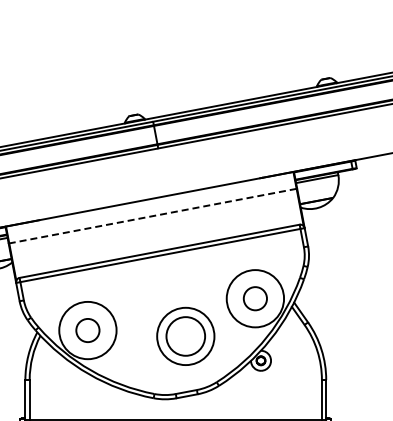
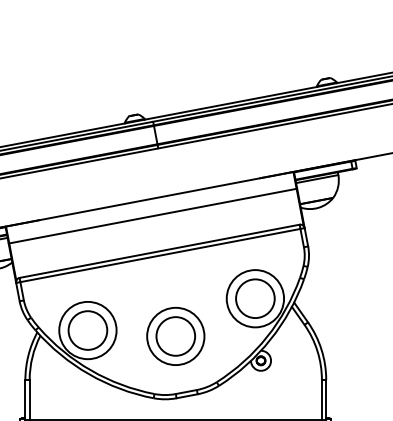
line at (152, 216): dashed -> solid
circle at (255, 298) diameter: 23 px -> 39 px
circle at (87, 330) diameter: 23 px -> 39 px
part at (185, 335) position: (185, 335) -> (175, 335)
